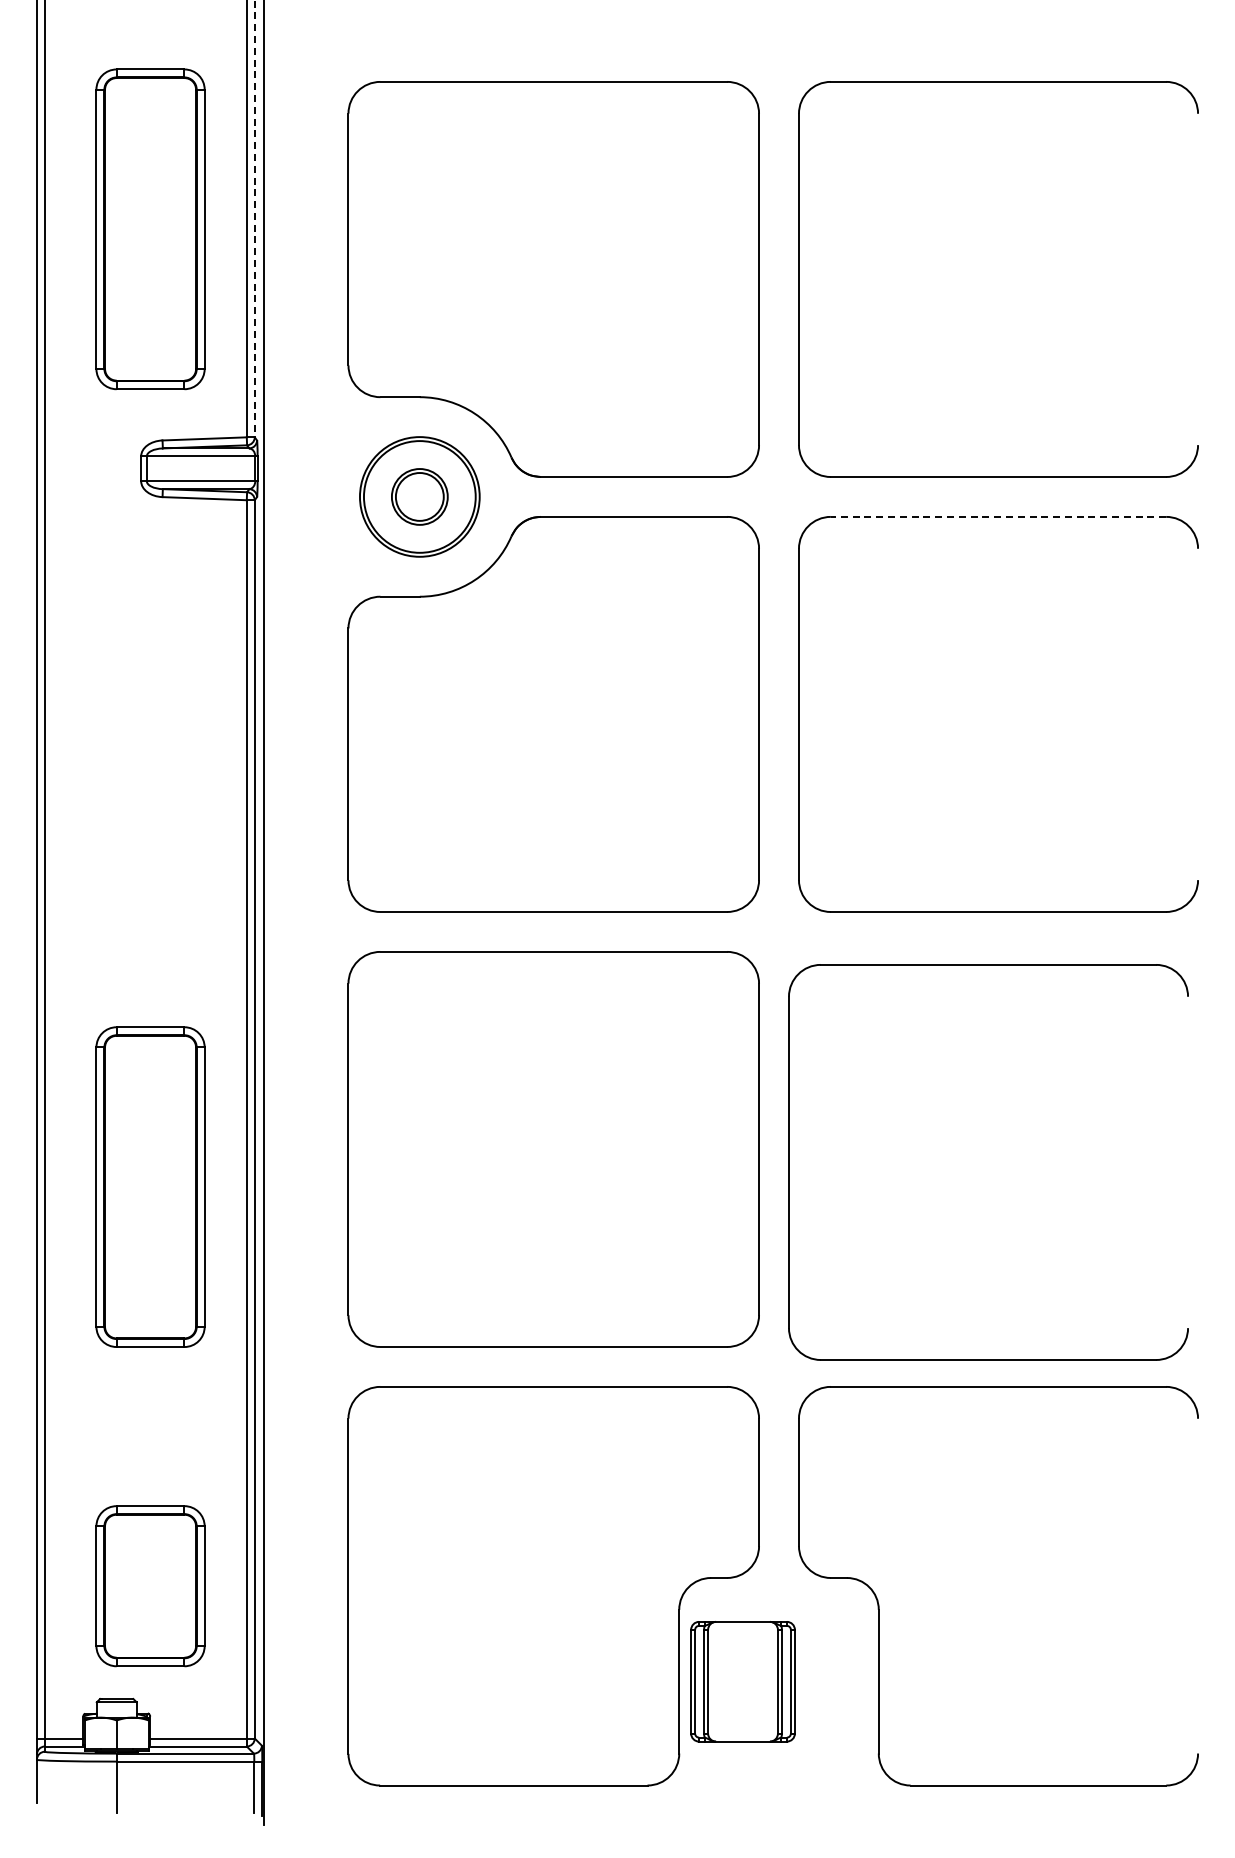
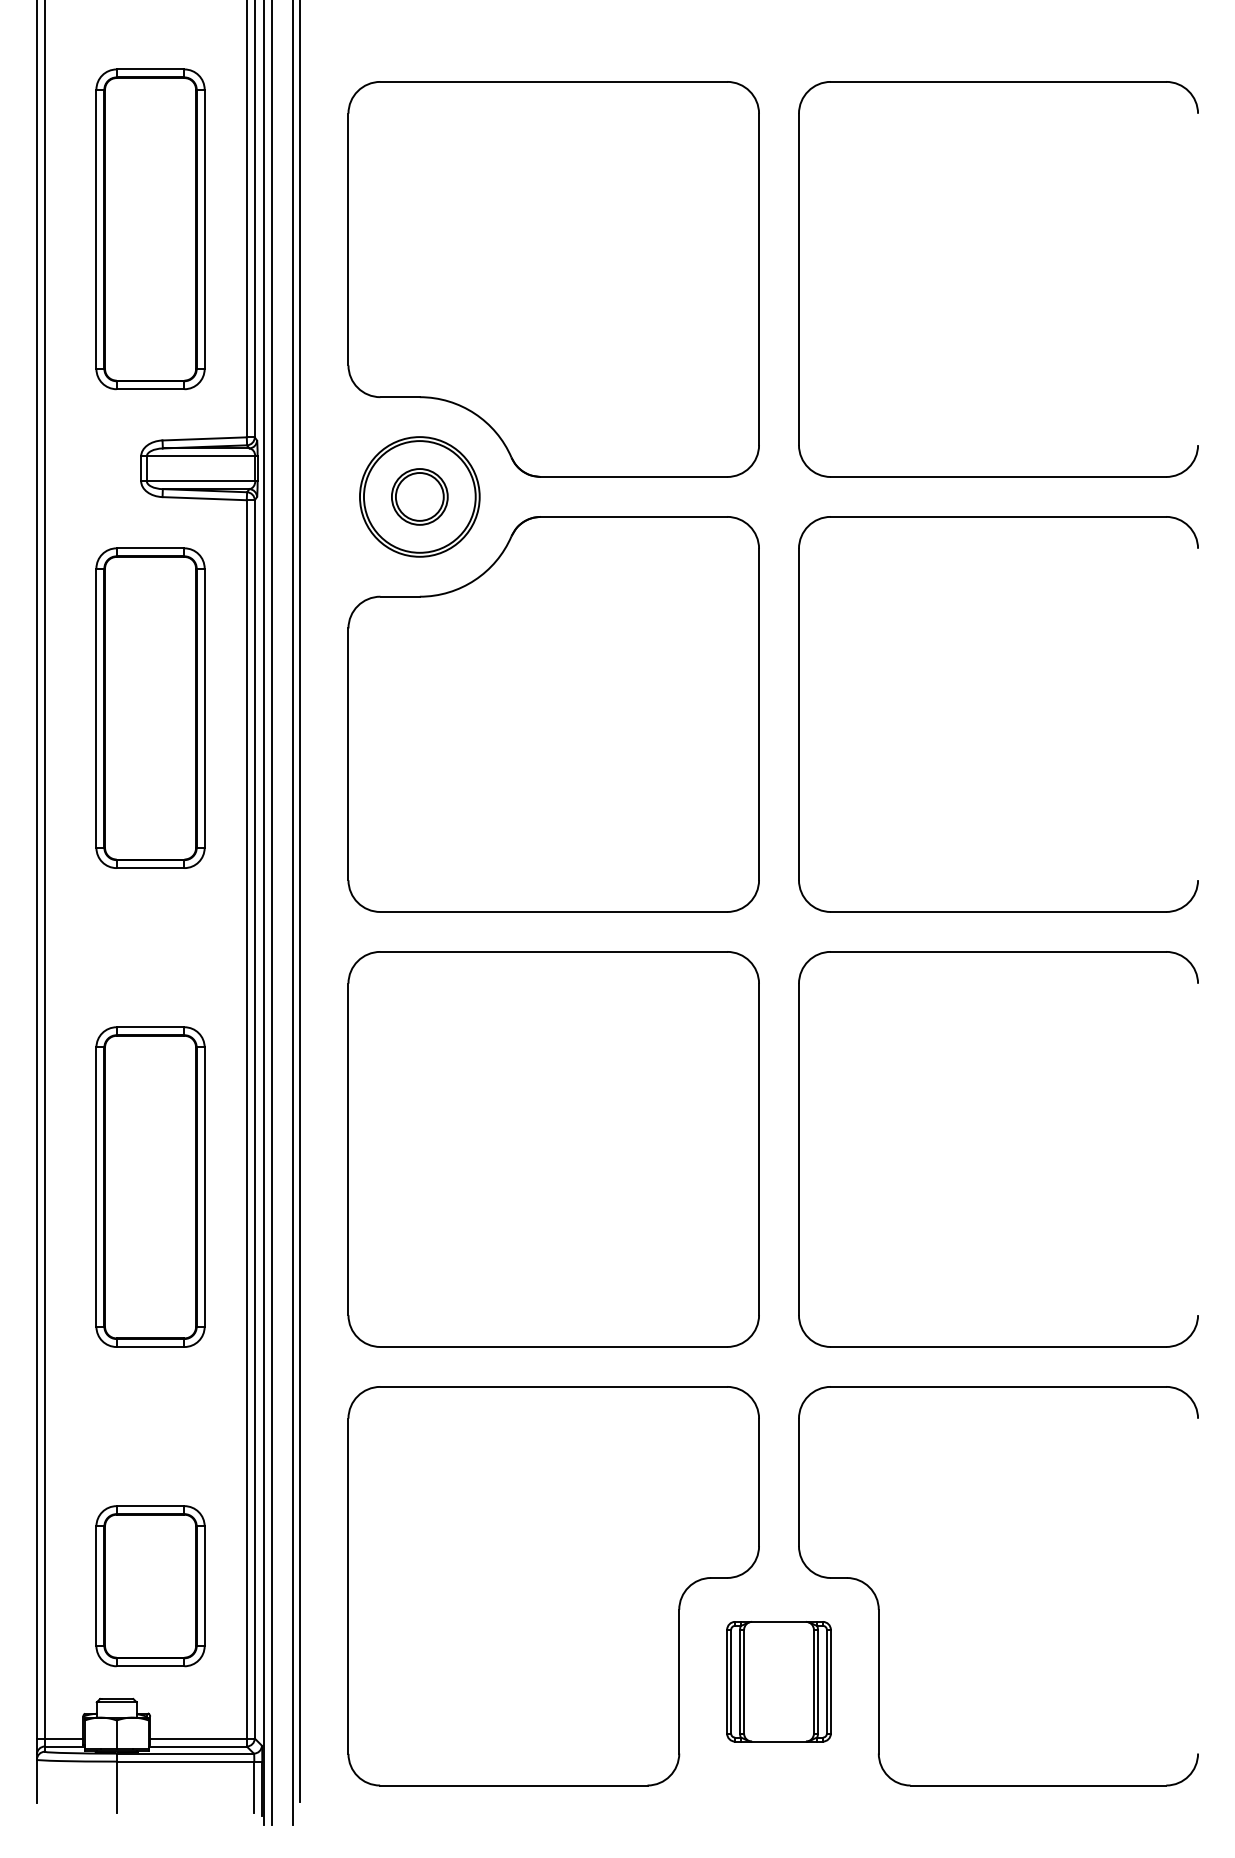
line at (254, 219): dashed -> solid
line at (998, 516): dashed -> solid
part at (150, 707): none -> present
line at (300, 902): none -> present
line at (271, 913): none -> present
line at (293, 913): none -> present
part at (988, 965) position: (988, 965) -> (998, 952)
part at (742, 1681) position: (742, 1681) -> (778, 1681)
